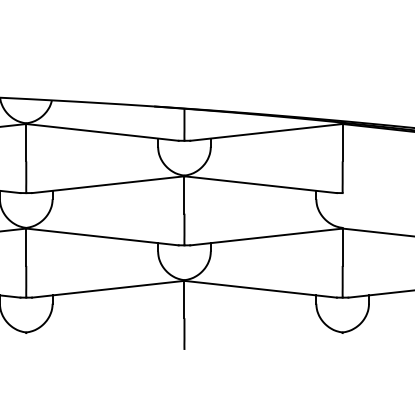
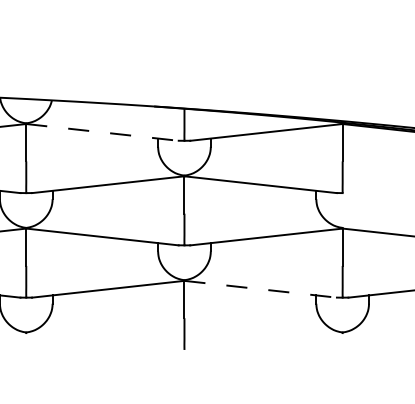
line at (102, 132): solid -> dashed
line at (260, 289): solid -> dashed
